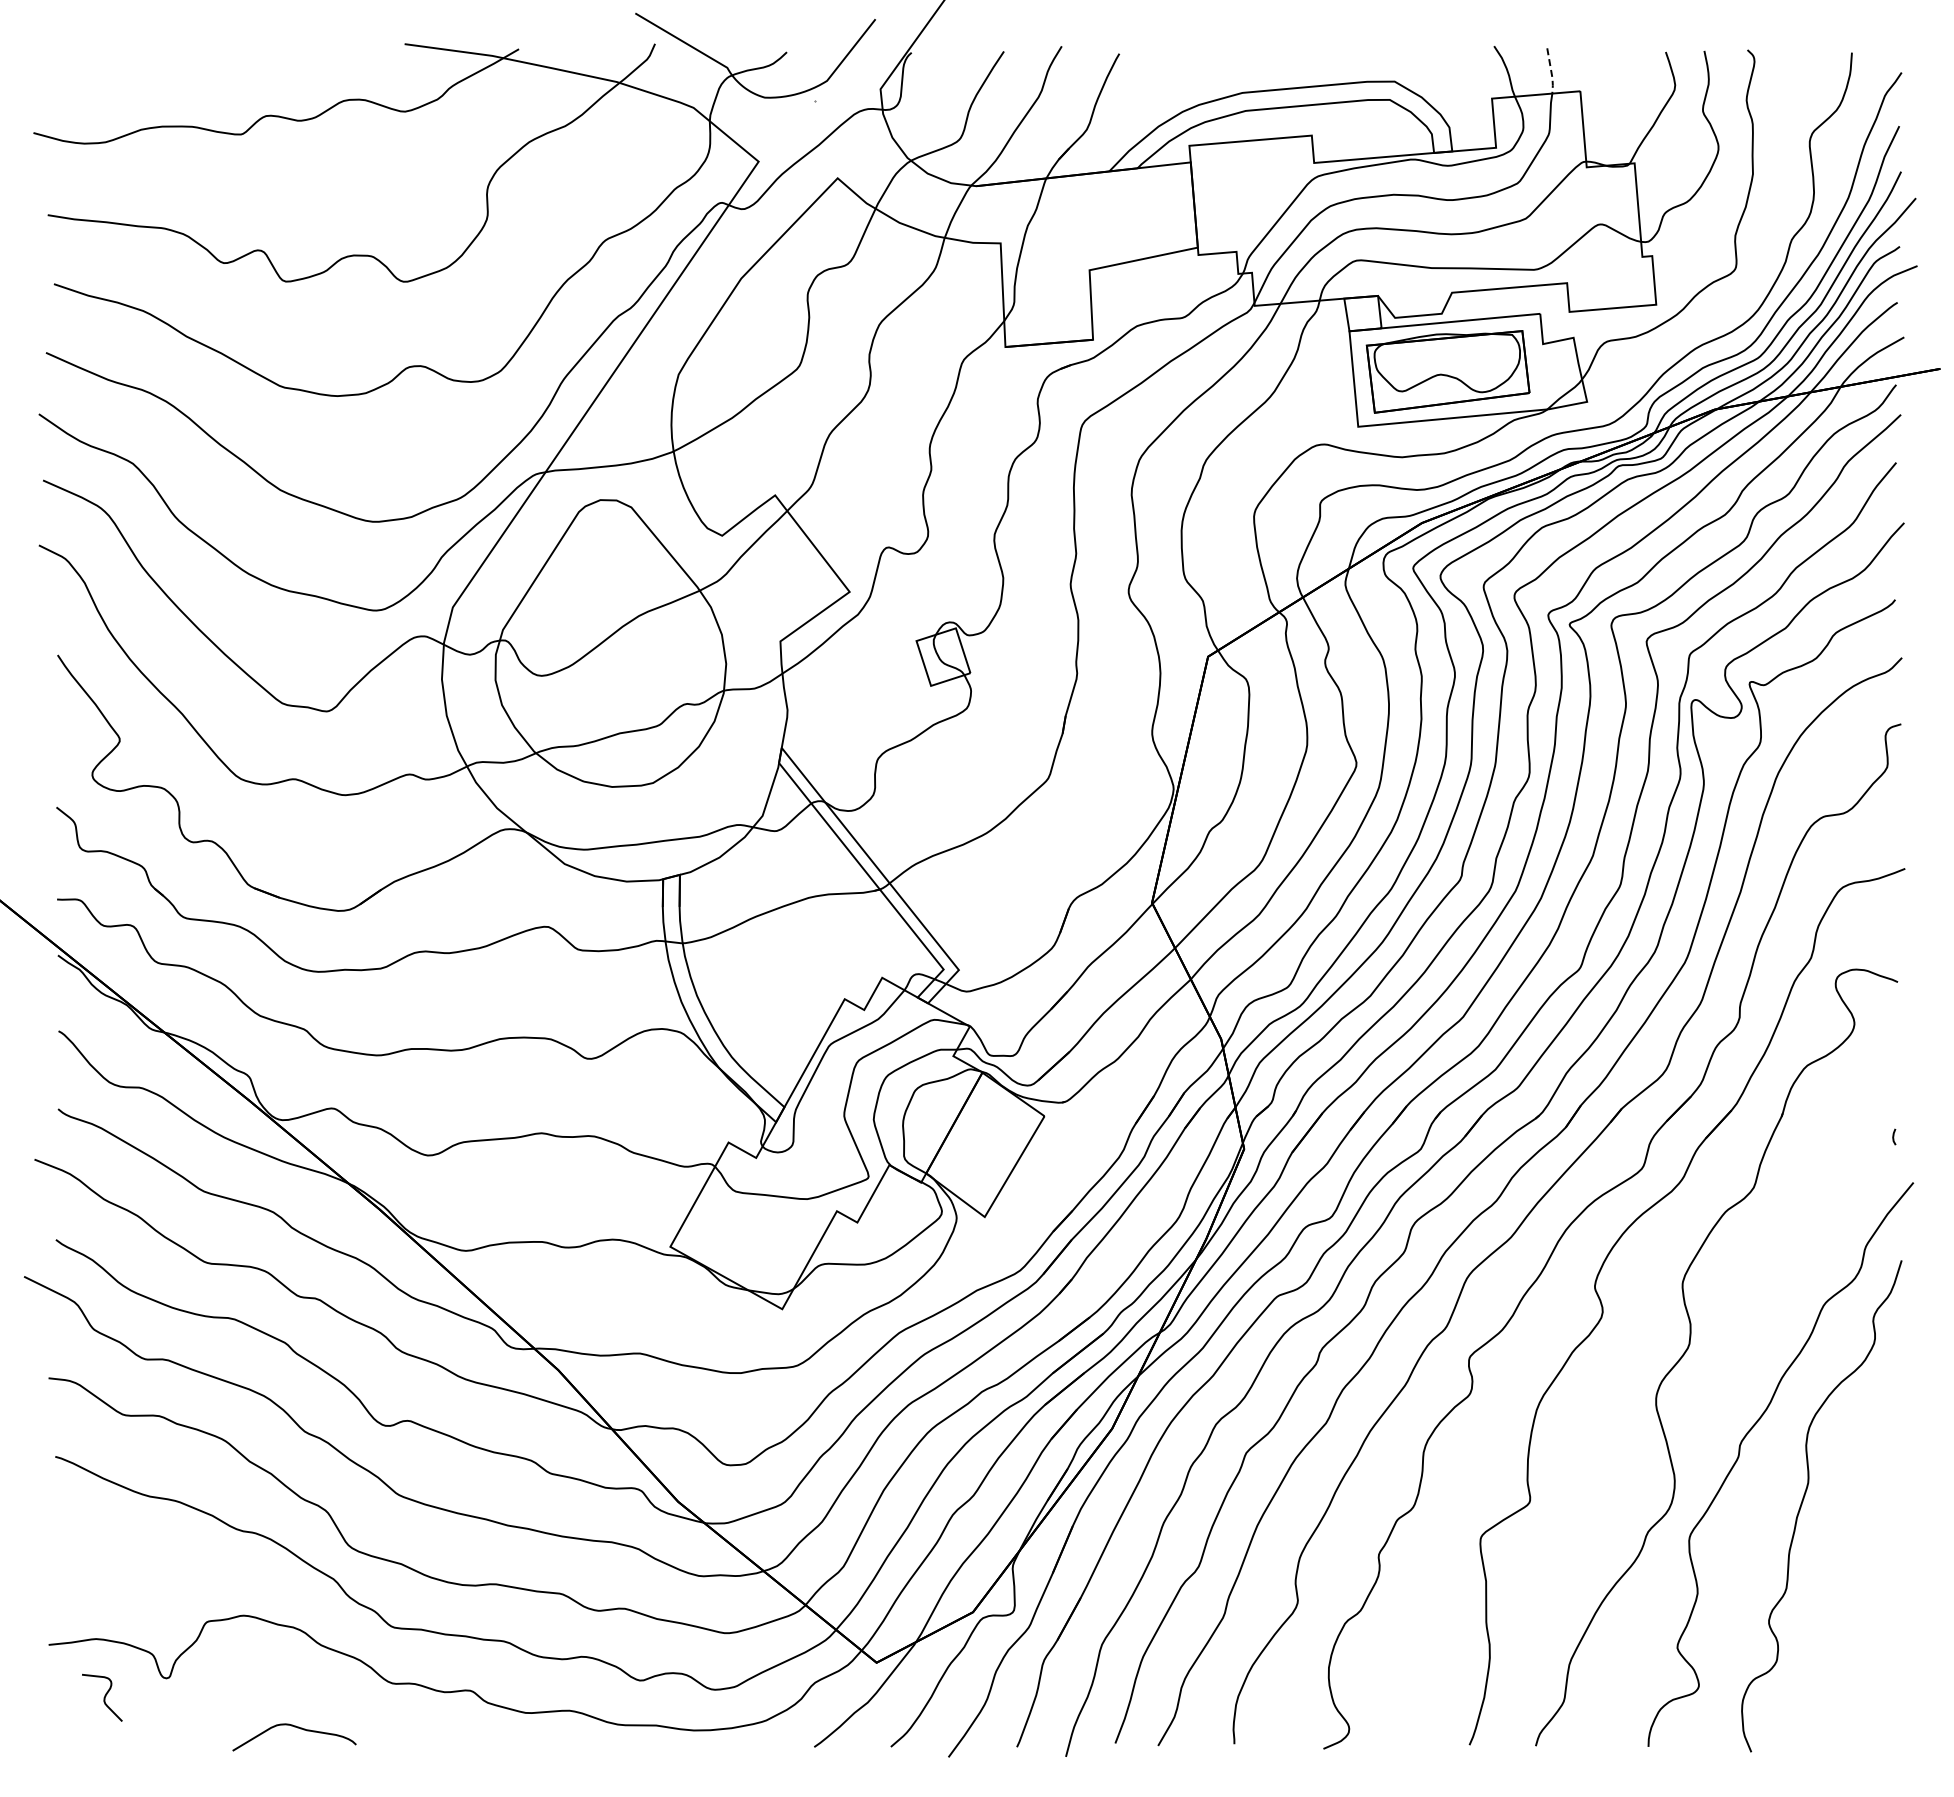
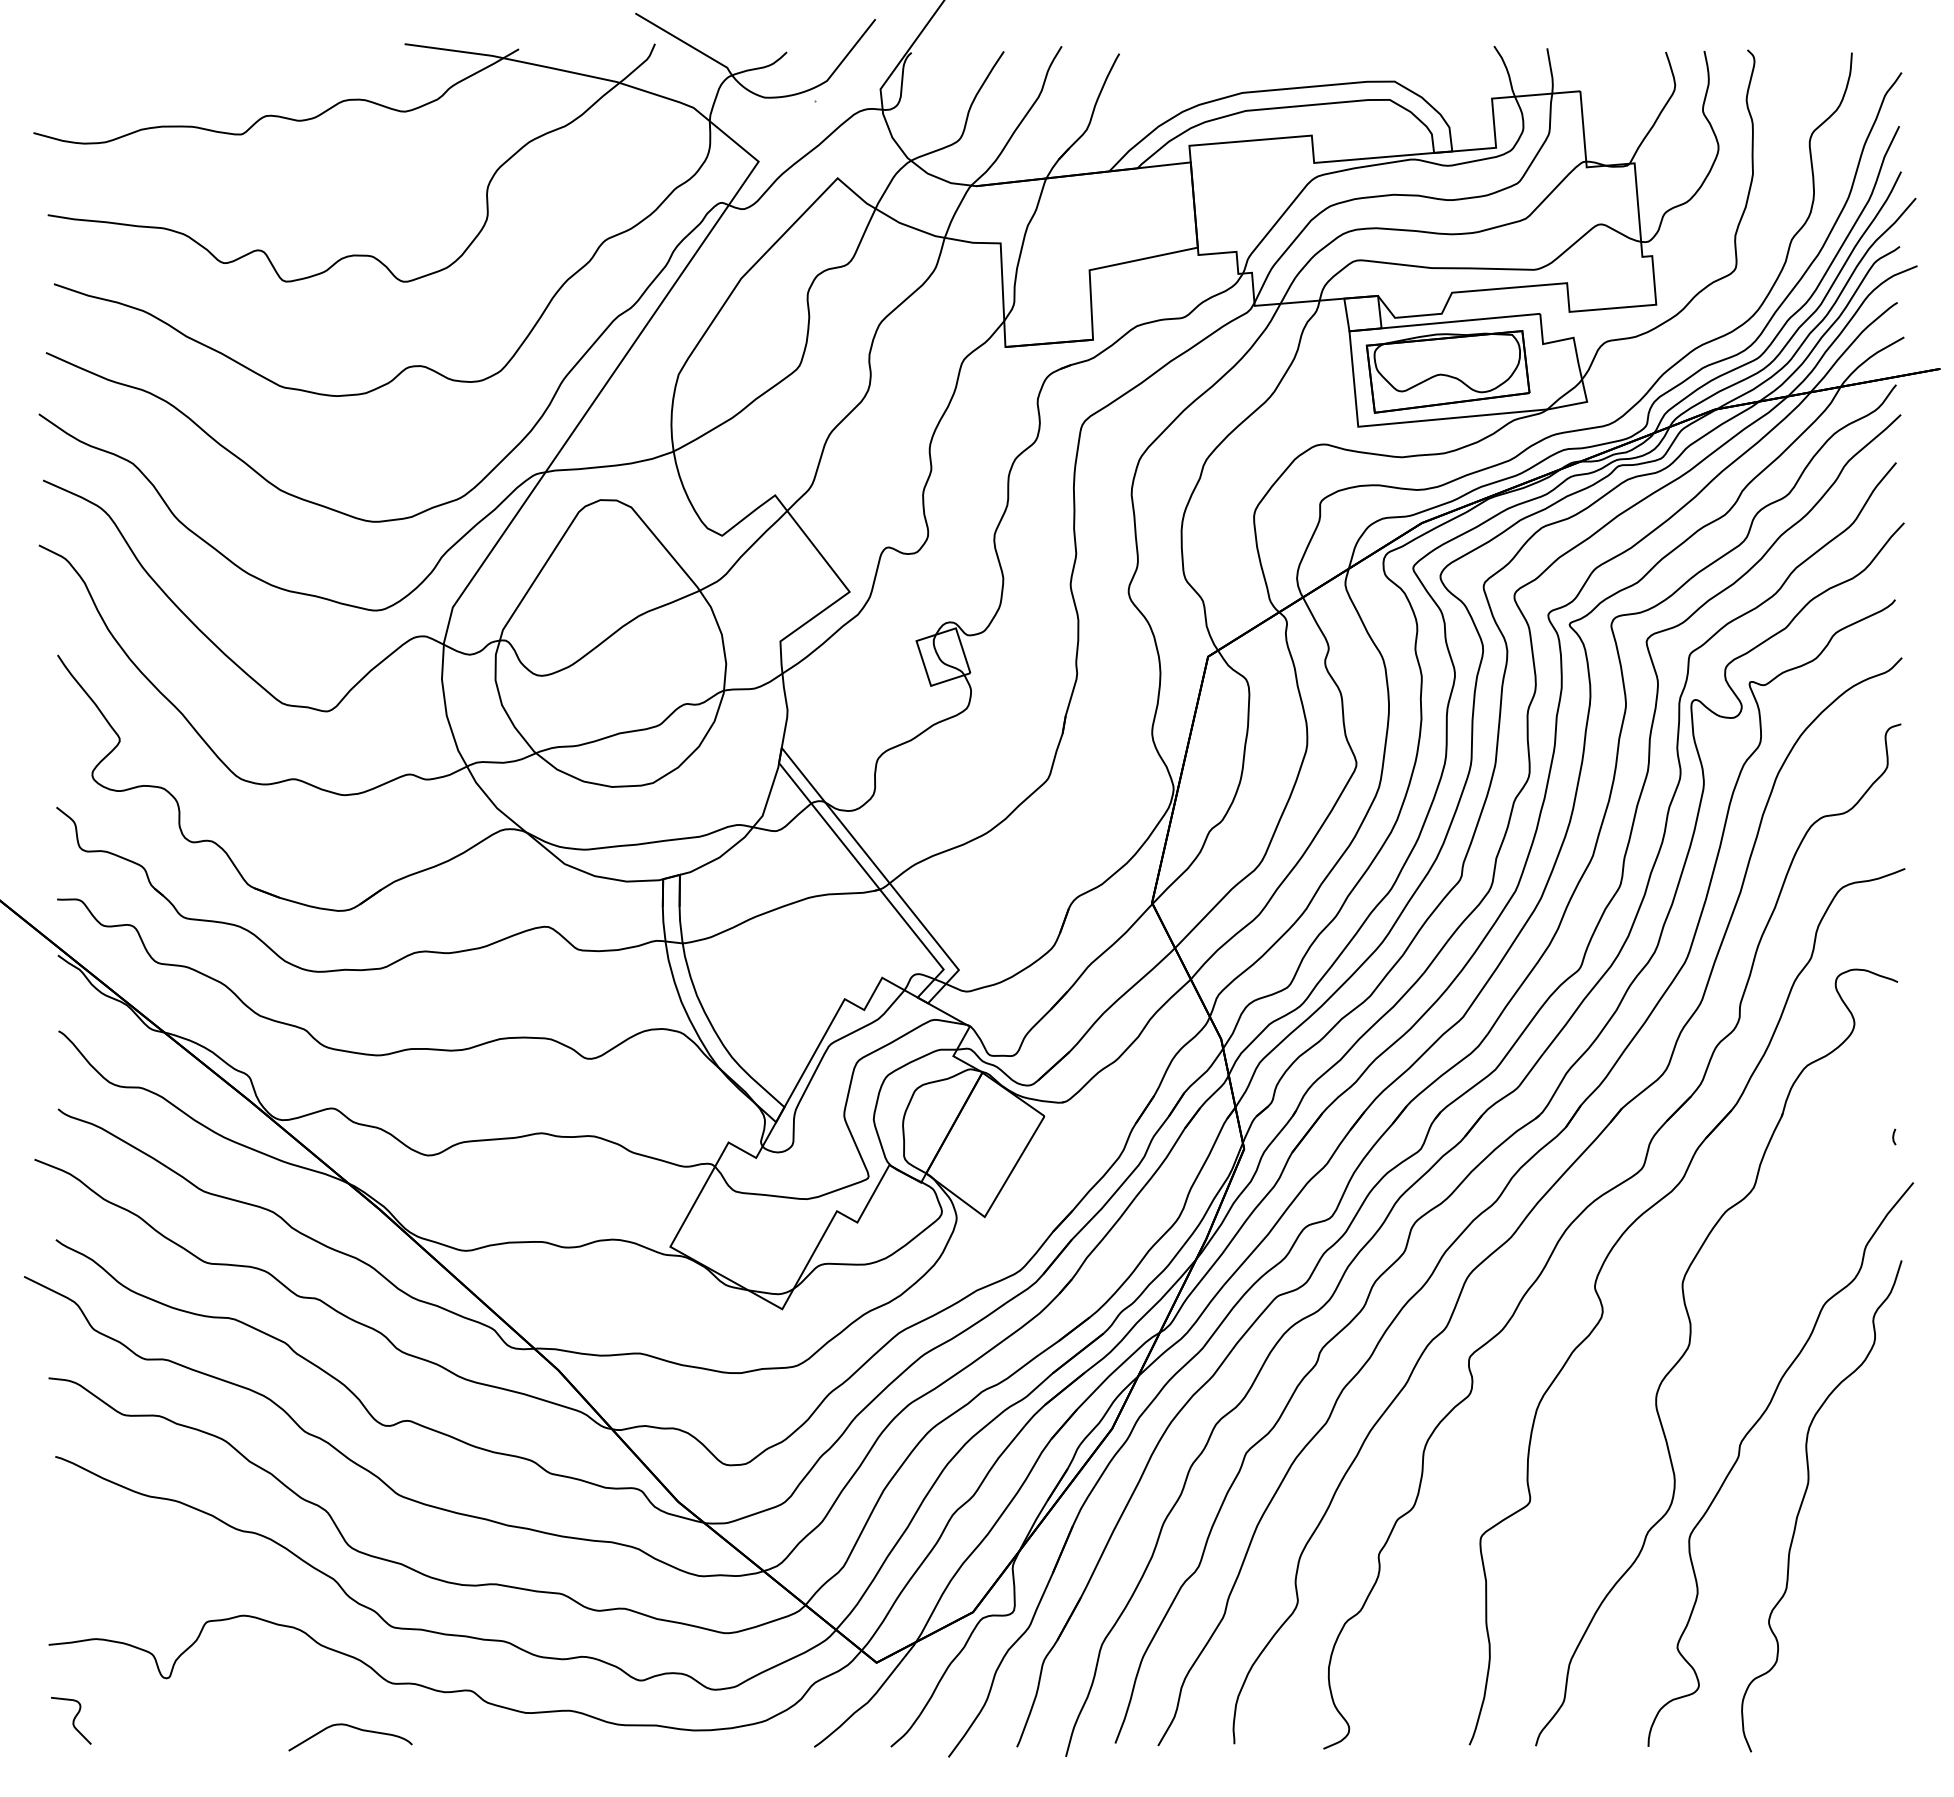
line at (1551, 72): dashed -> solid
curve at (103, 1697) position: (103, 1697) -> (72, 1720)
curve at (297, 1728) position: (297, 1728) -> (353, 1728)
